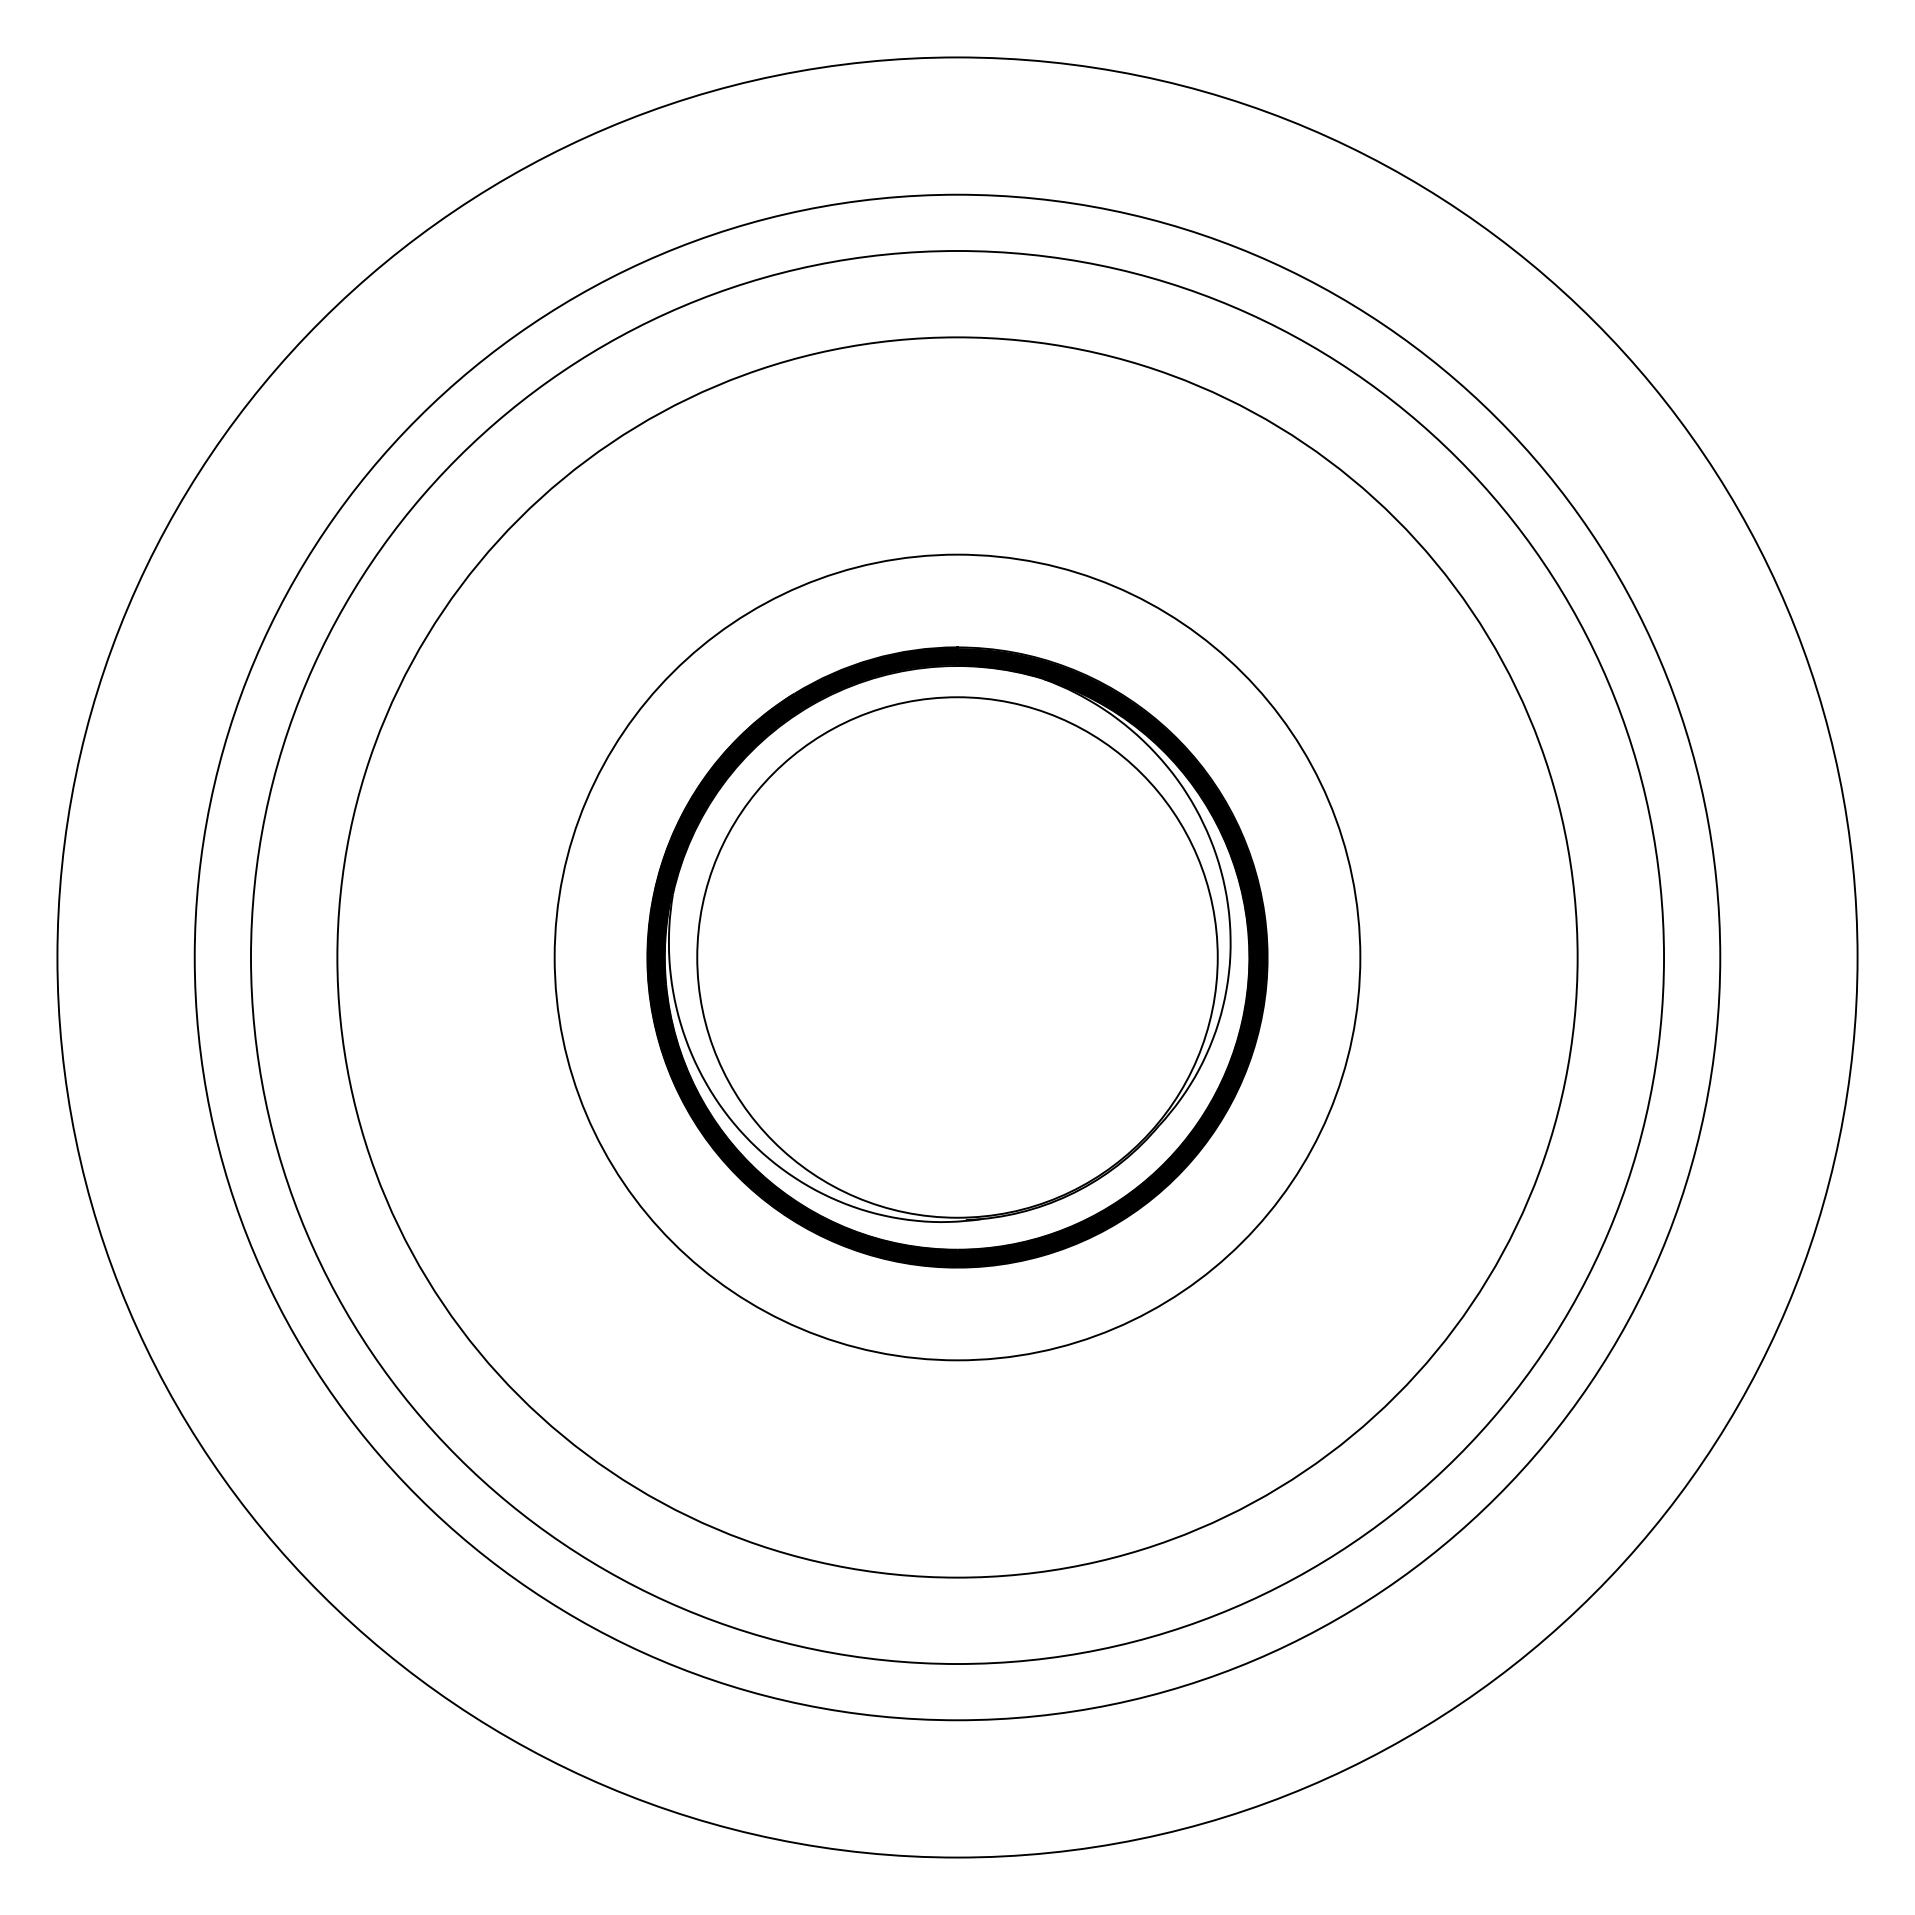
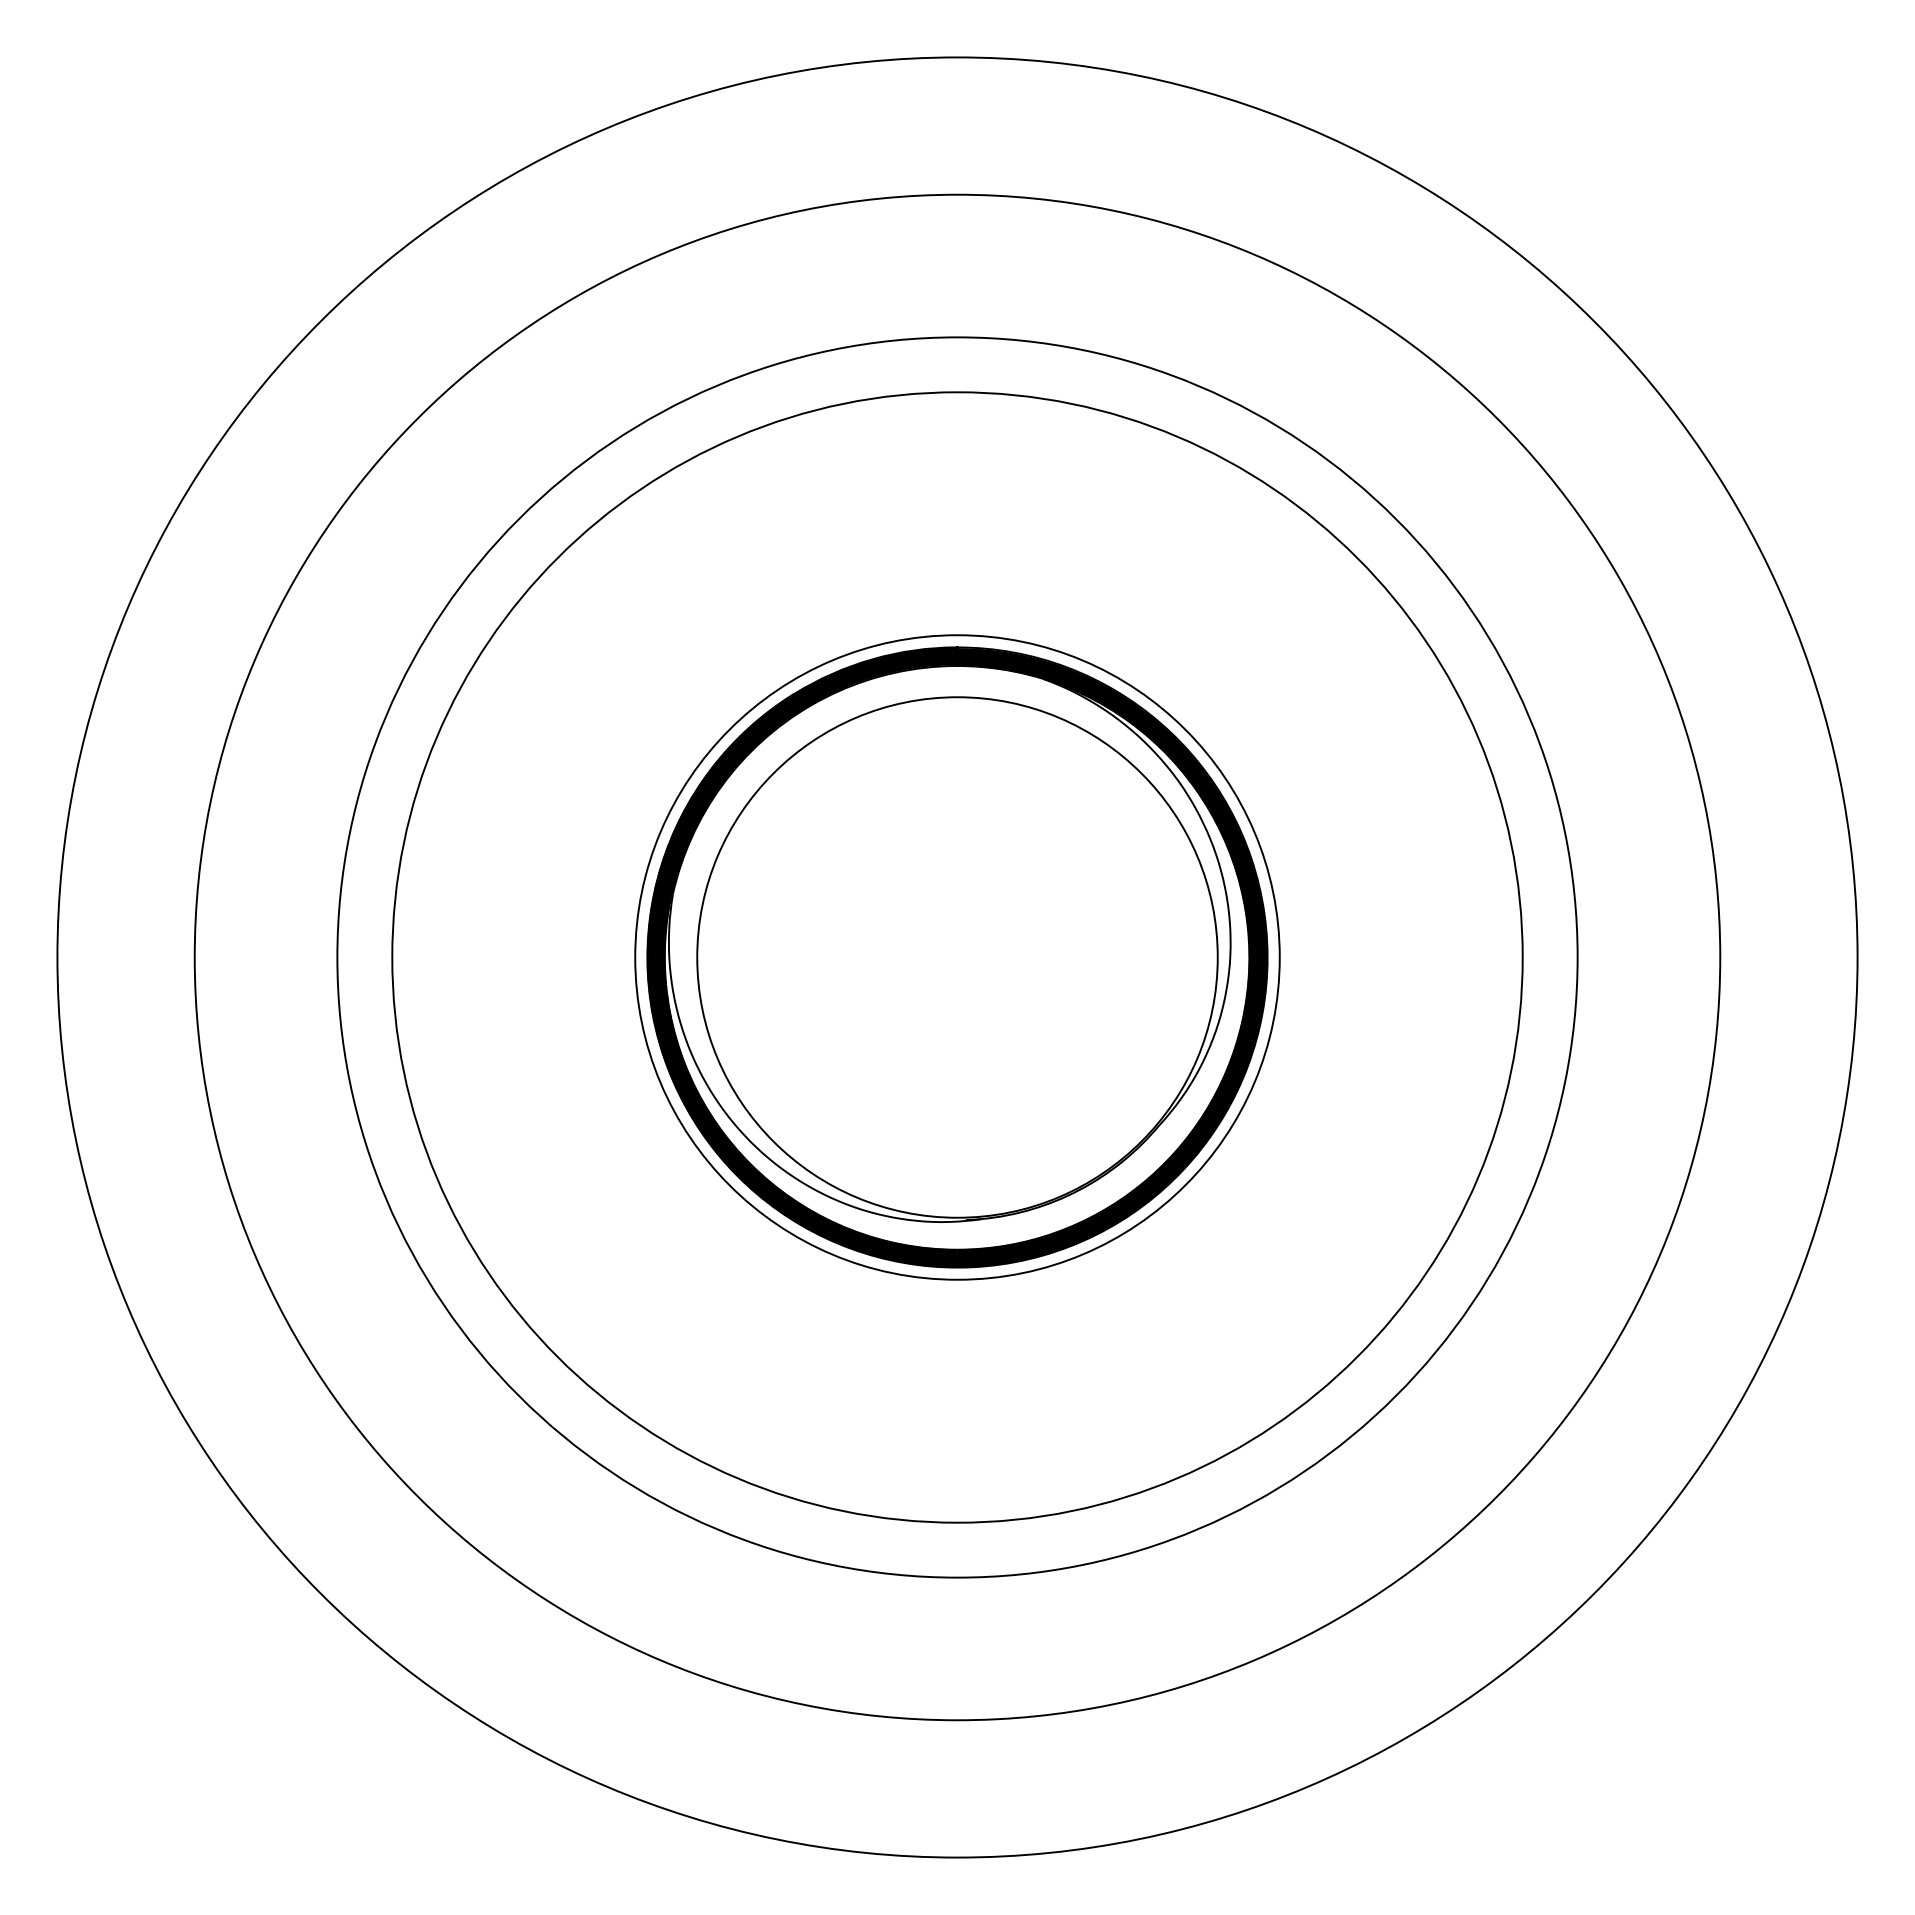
circle at (957, 957) diameter: 1413 px -> 1130 px
circle at (957, 957) diameter: 806 px -> 645 px
